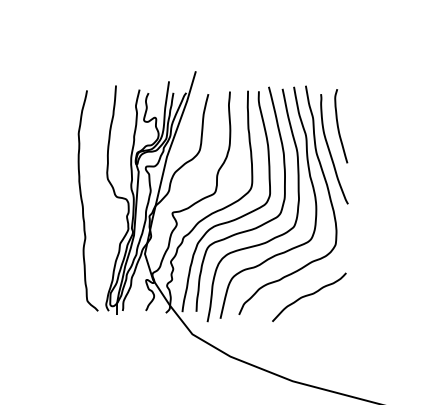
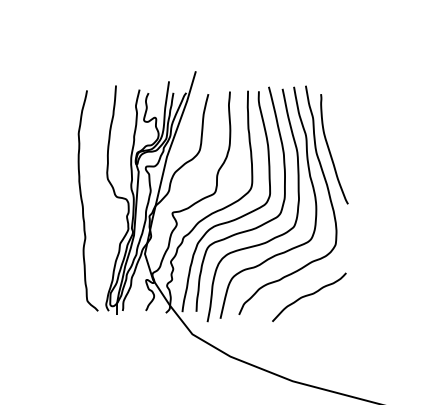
curve at (339, 128): present -> none
